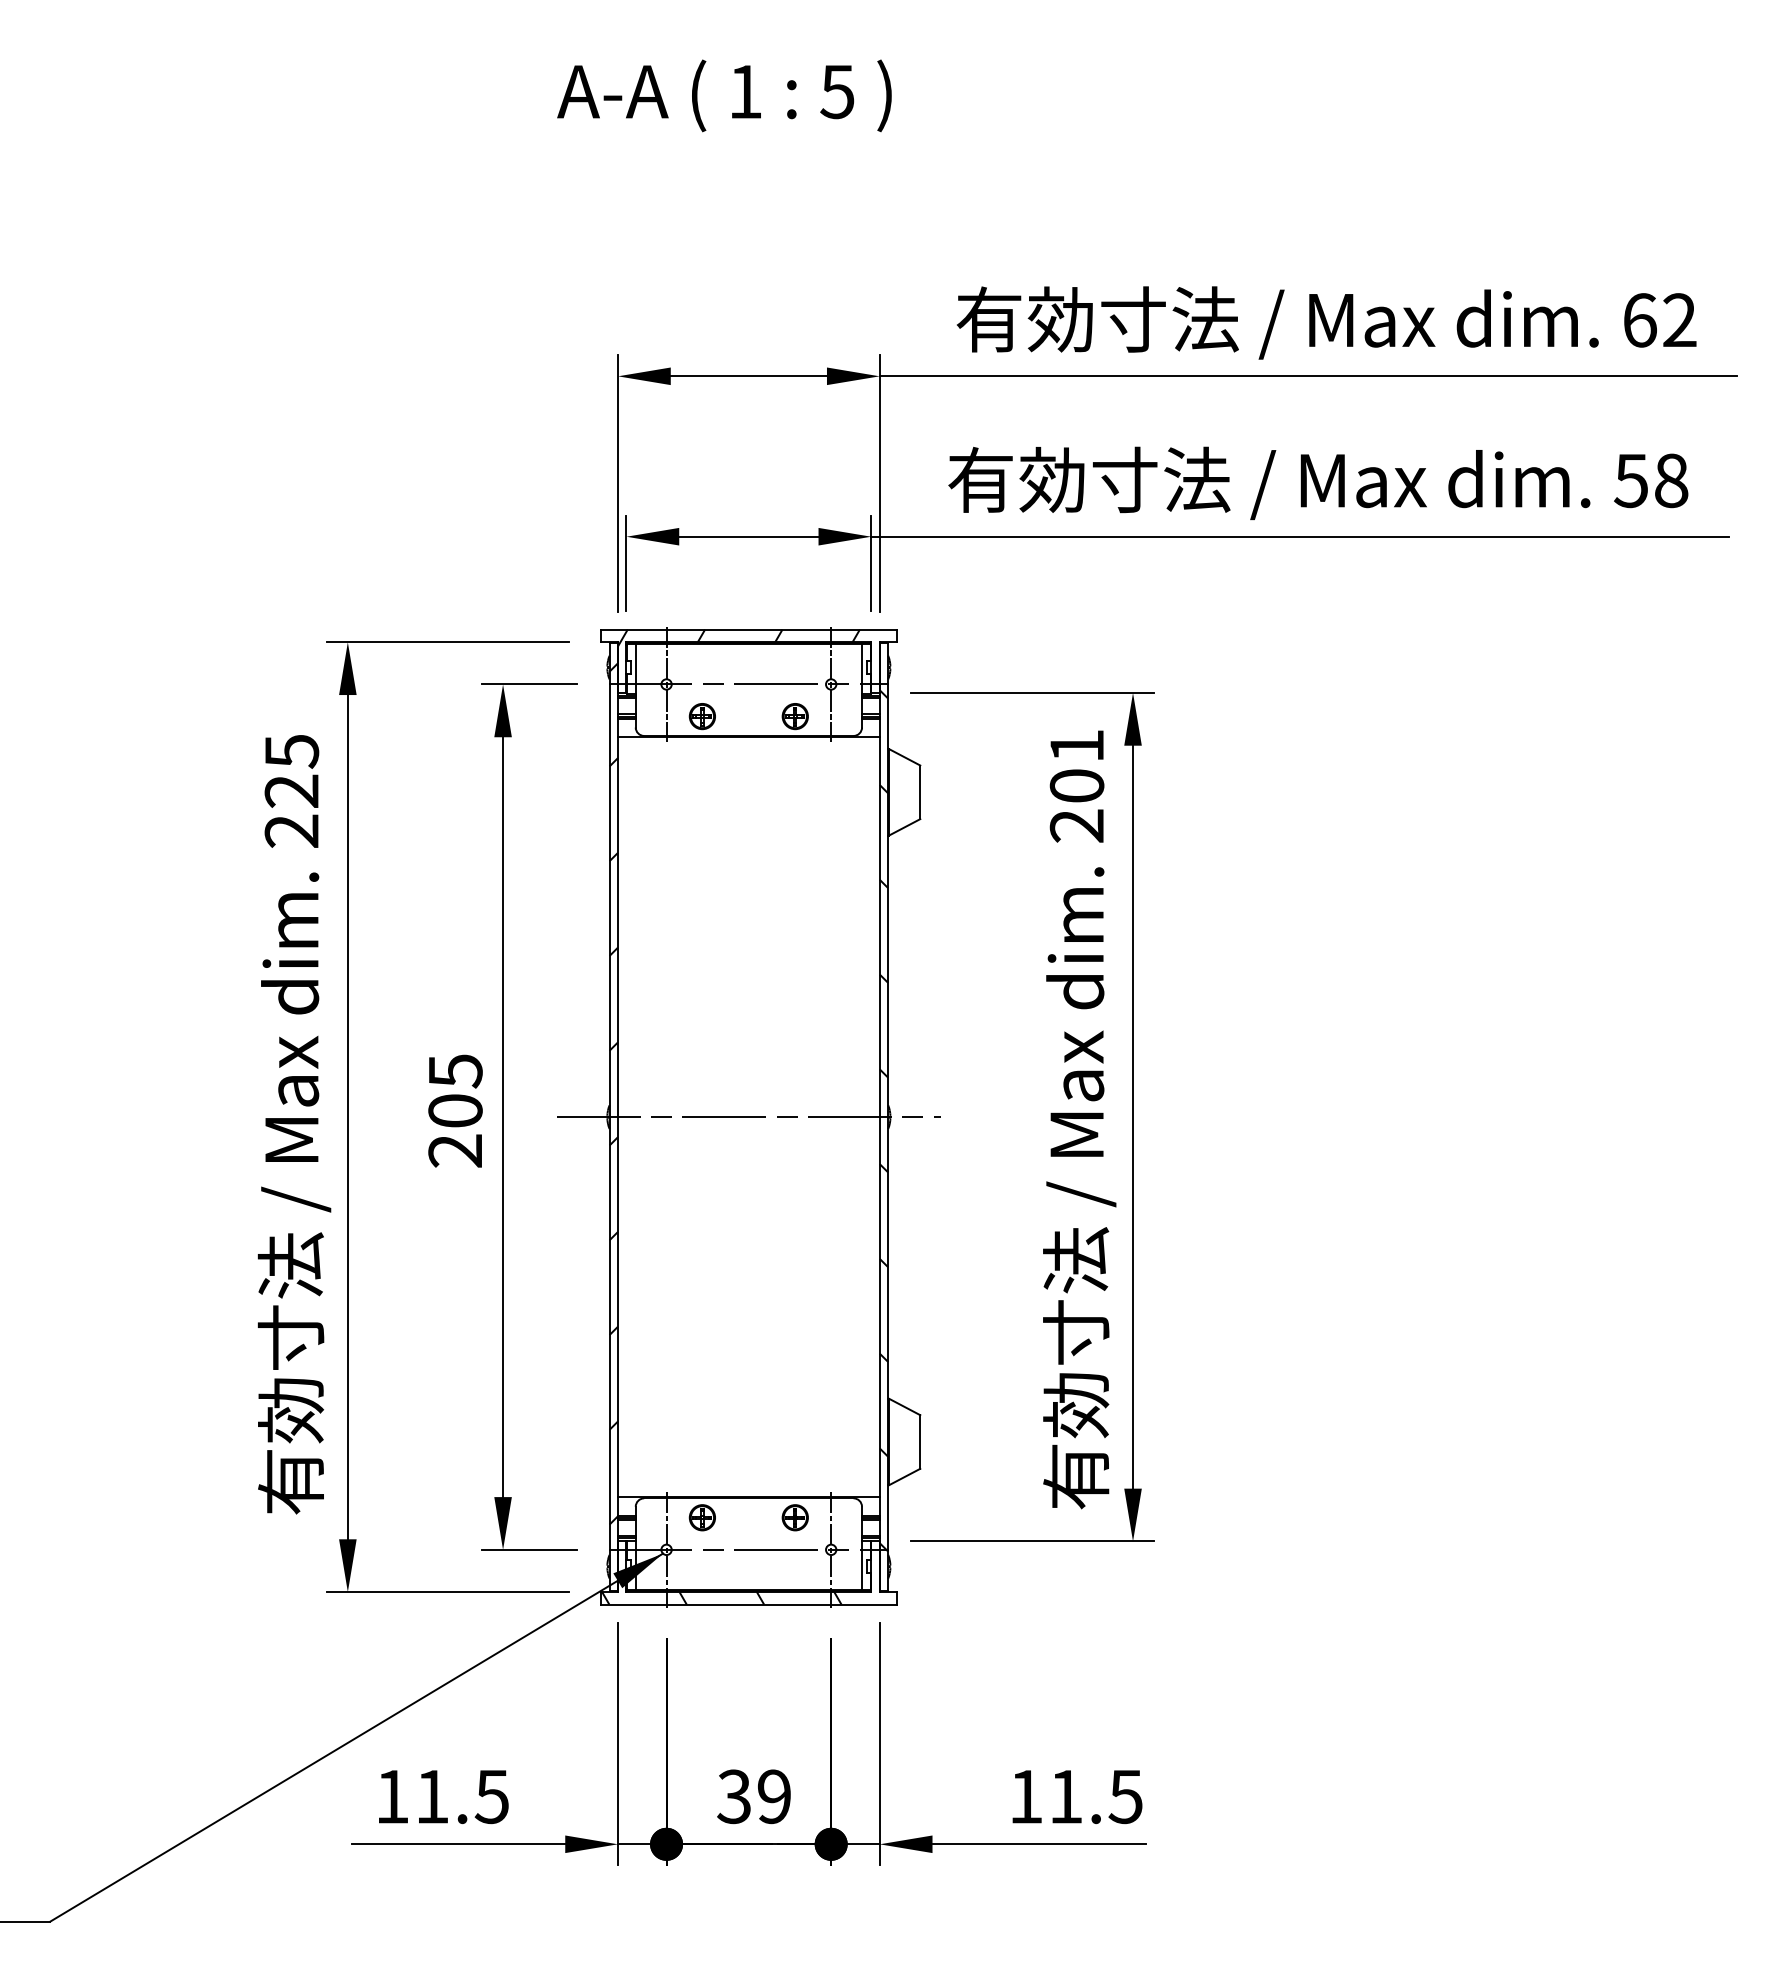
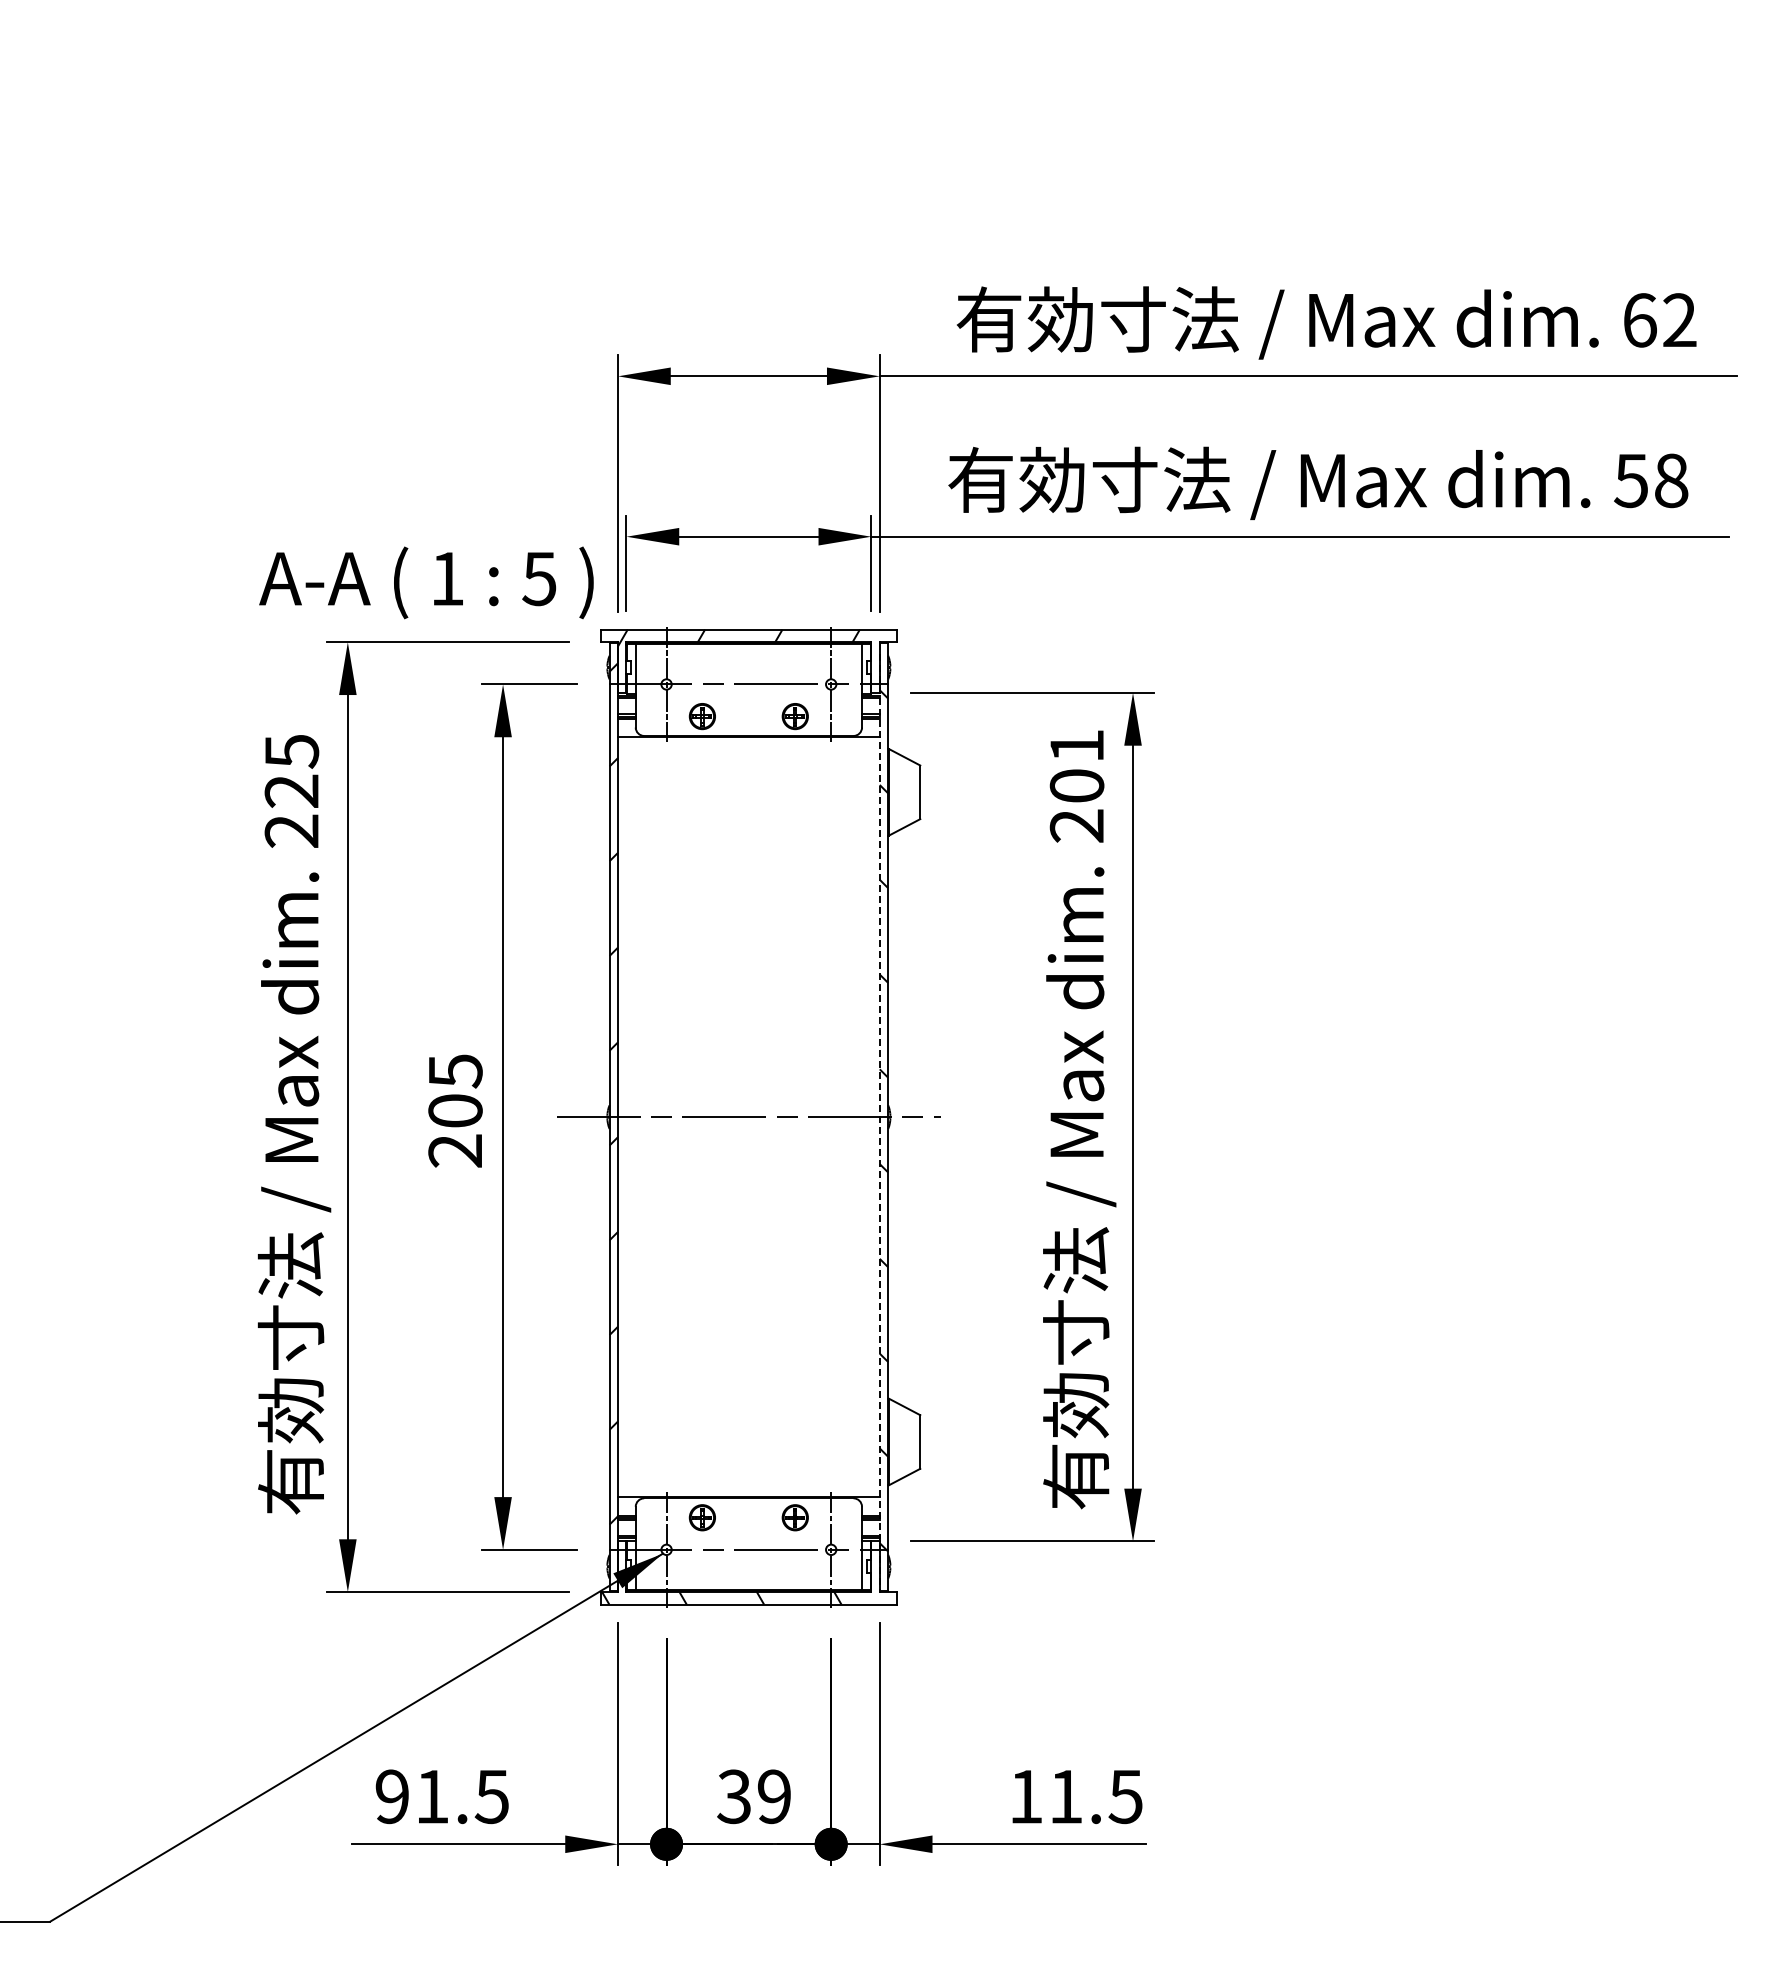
text at (724, 95) position: (724, 95) -> (426, 582)
line at (879, 1117): solid -> dashed
text at (391, 1796): 11.5 -> 91.5
